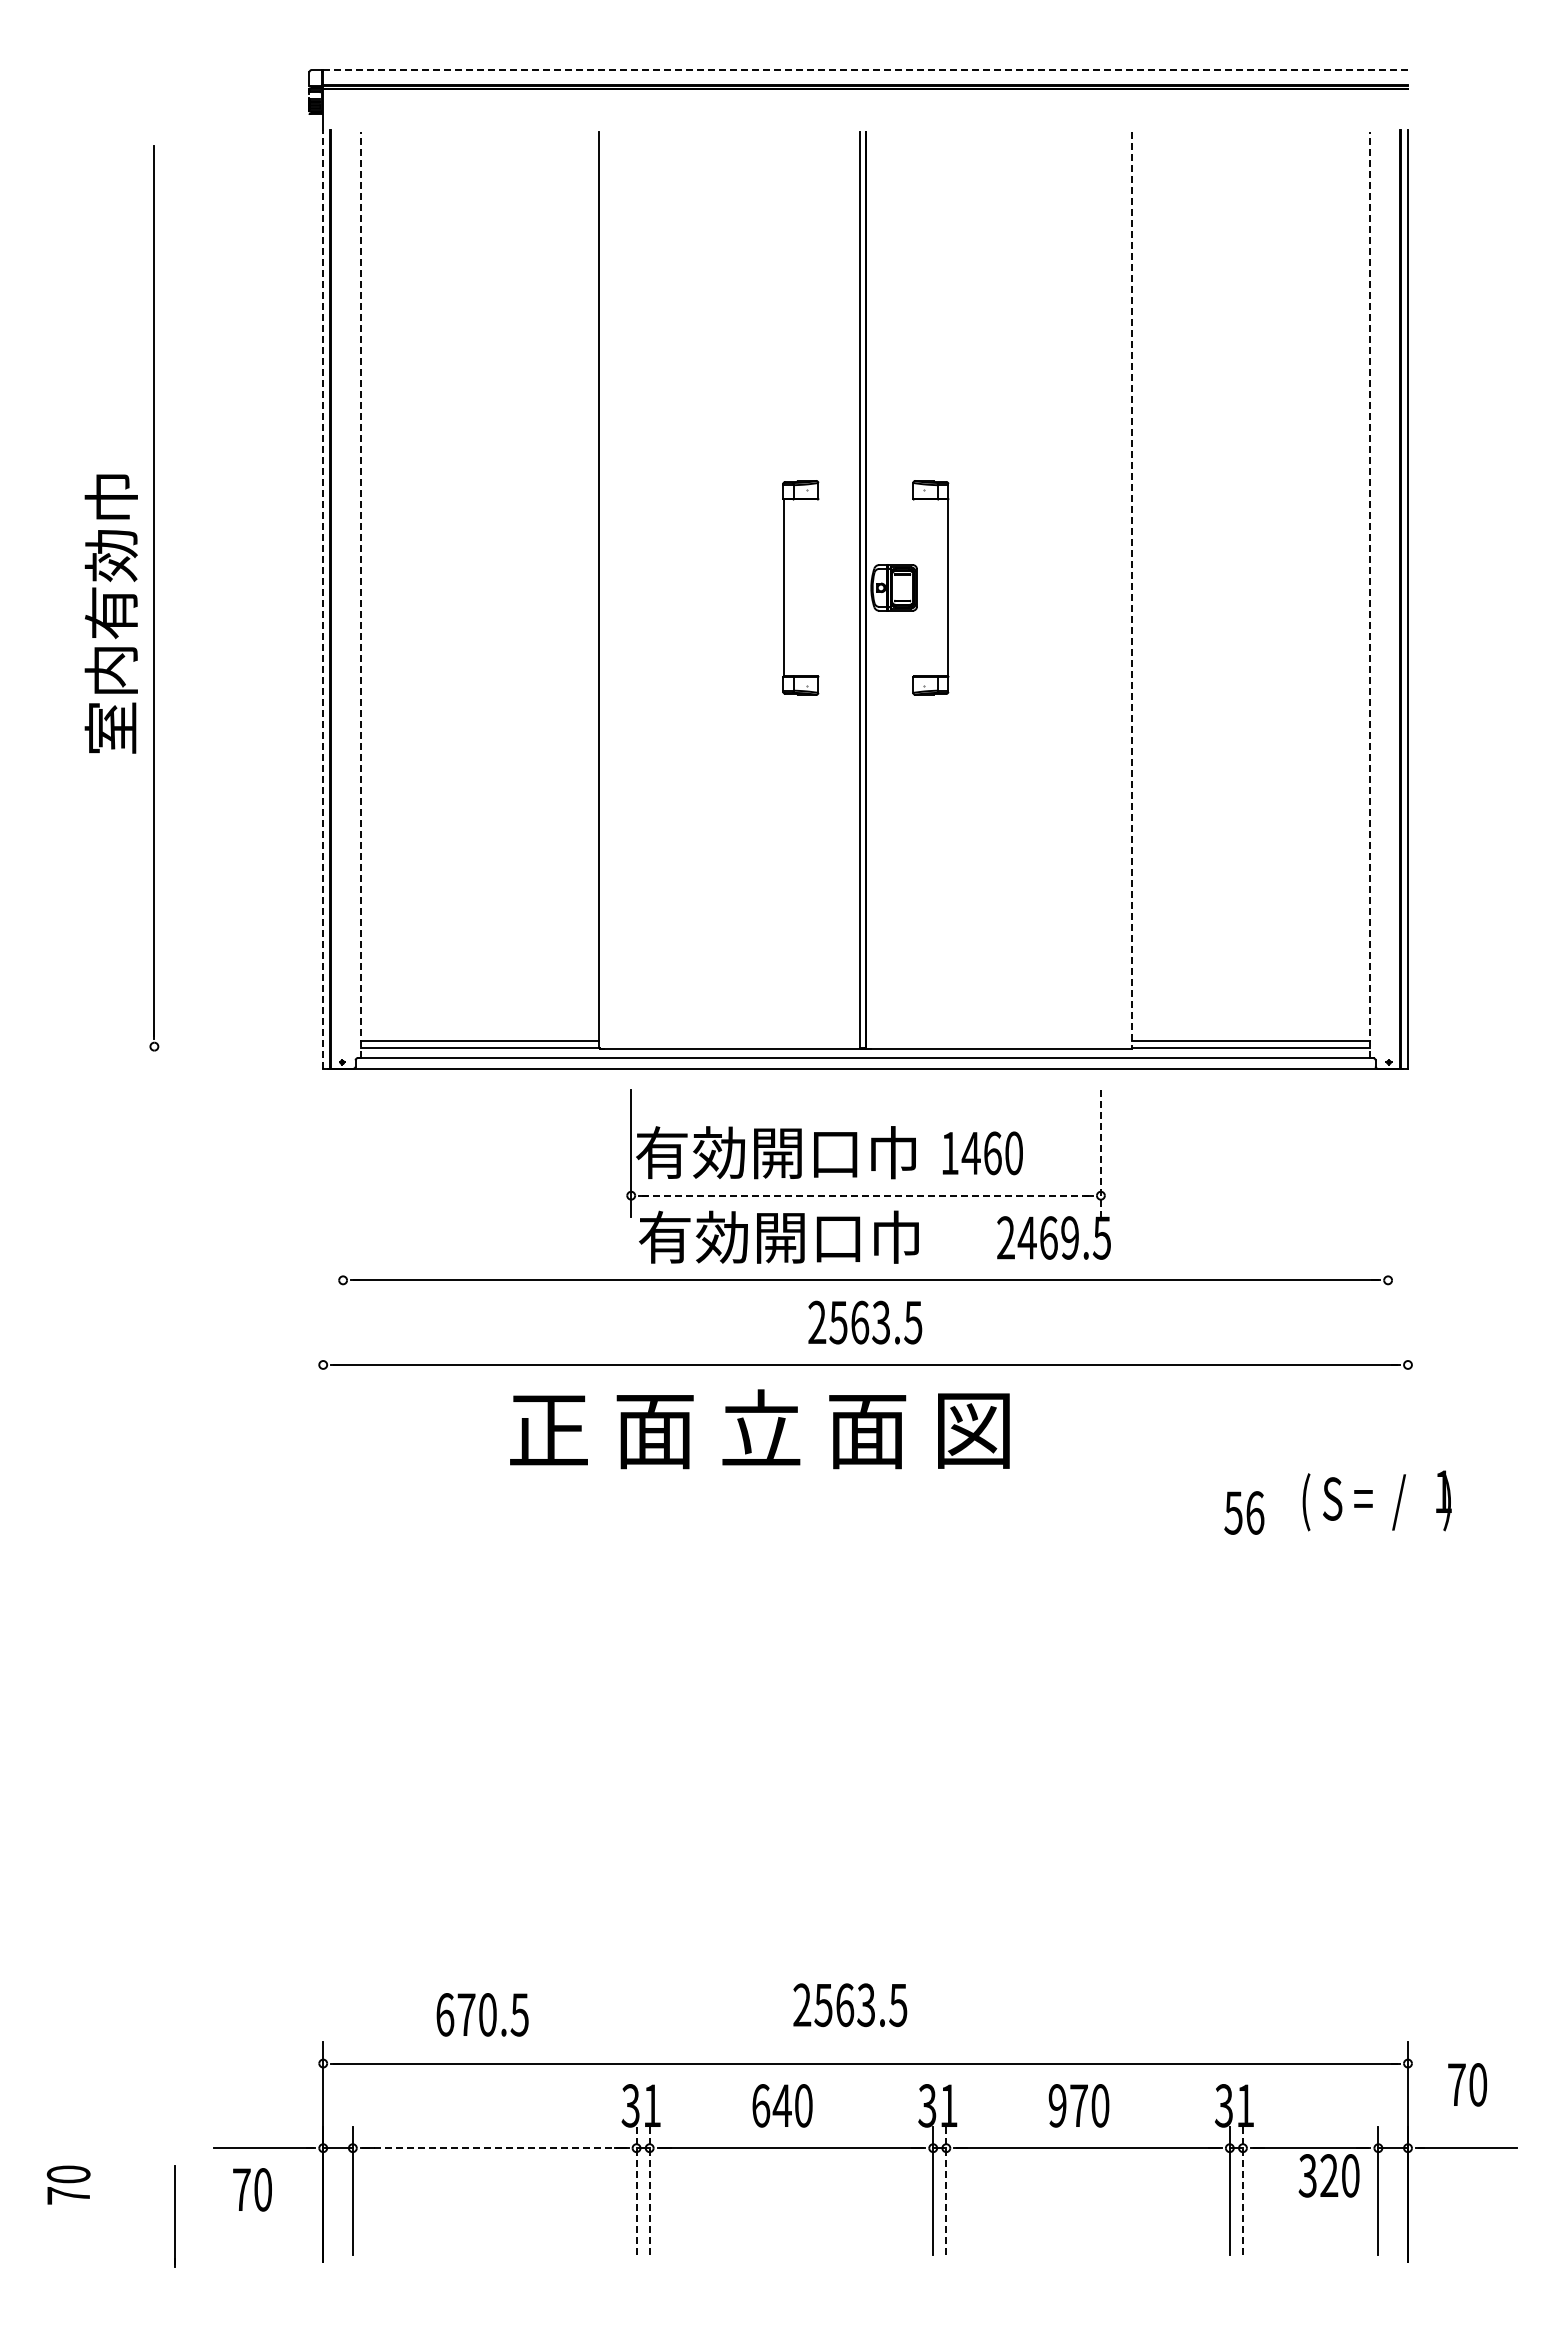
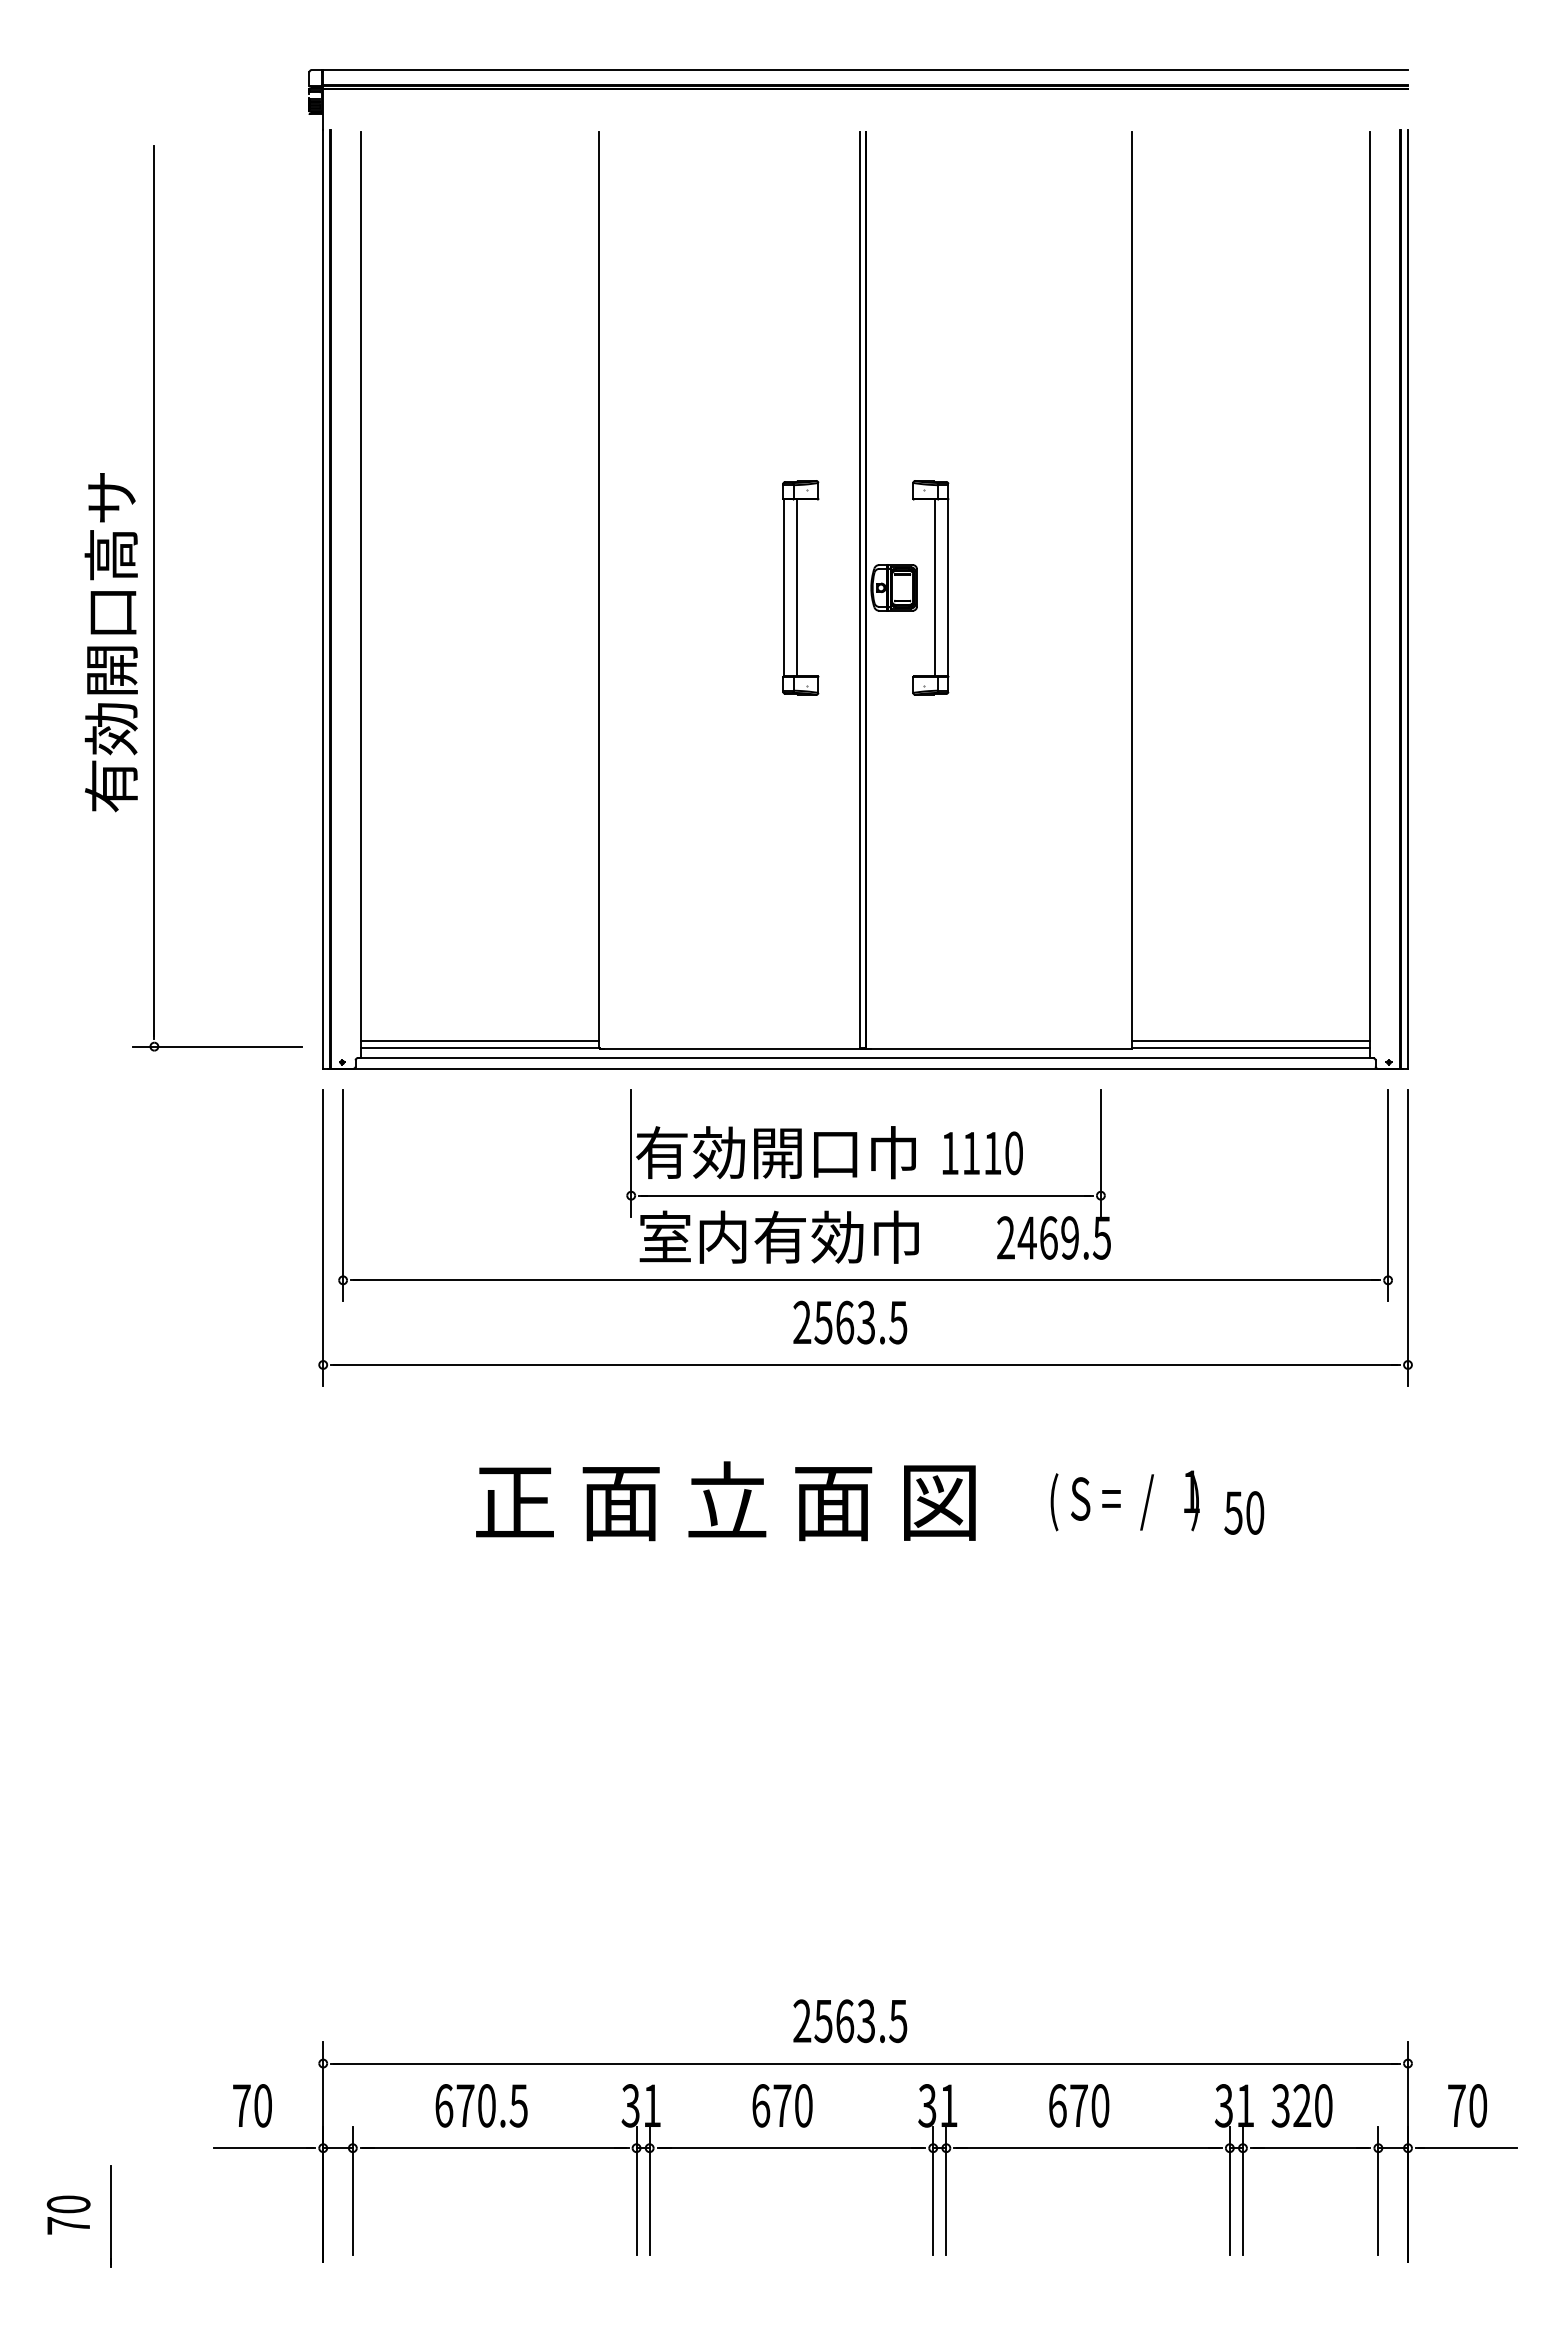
line at (865, 70): dashed -> solid
line at (796, 587): none -> present
line at (935, 587): none -> present
line at (1132, 590): dashed -> solid
line at (361, 595): dashed -> solid
line at (1369, 595): dashed -> solid
line at (322, 598): dashed -> solid
text at (110, 642): 室内有効巾 -> 有効開口高サ
line at (217, 1046): none -> present
text at (981, 1153): 1460 -> 1110
line at (1100, 1153): dashed -> solid
line at (343, 1195): none -> present
line at (866, 1195): dashed -> solid
line at (1388, 1195): none -> present
text at (751, 1236): 有効開口巾 -> 室内有効巾
line at (323, 1237): none -> present
line at (1407, 1237): none -> present
text at (865, 1322) position: (865, 1322) -> (850, 1322)
text at (759, 1429) position: (759, 1429) -> (725, 1501)
text at (1376, 1500) position: (1376, 1500) -> (1124, 1500)
text at (1255, 1512): 56 -> 50
text at (850, 2005) position: (850, 2005) -> (850, 2021)
text at (482, 2014) position: (482, 2014) -> (481, 2105)
text at (1467, 2084) position: (1467, 2084) -> (1467, 2105)
text at (781, 2105): 640 -> 670
text at (1057, 2105): 970 -> 670
line at (495, 2148): dashed -> solid
text at (1328, 2175) position: (1328, 2175) -> (1301, 2105)
text at (68, 2184) position: (68, 2184) -> (68, 2214)
text at (252, 2189) position: (252, 2189) -> (252, 2105)
line at (636, 2190): dashed -> solid
line at (649, 2190): dashed -> solid
line at (946, 2190): dashed -> solid
line at (1242, 2190): dashed -> solid
line at (174, 2216) position: (174, 2216) -> (110, 2216)
